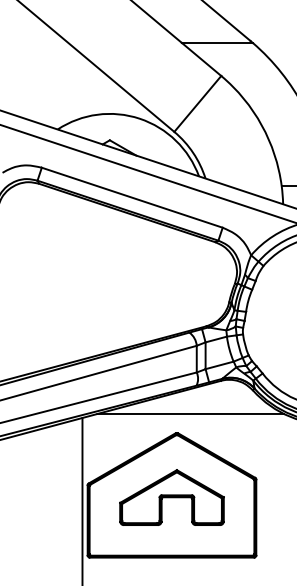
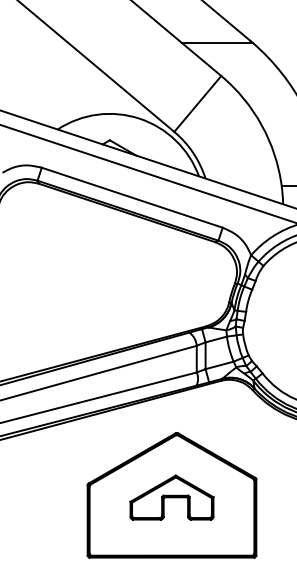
line at (190, 413): present -> none
part at (171, 497) size: 106x57 px -> 86x47 px
line at (82, 499): present -> none
